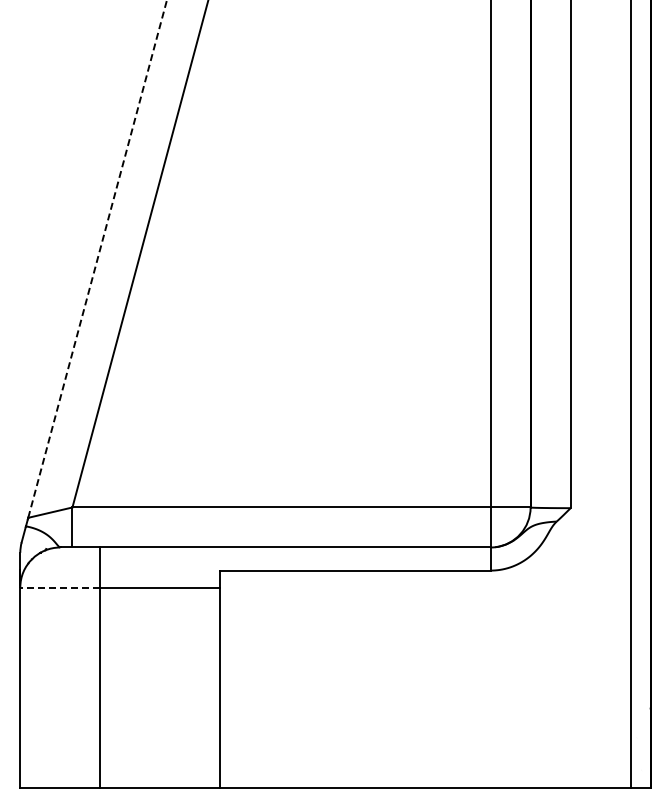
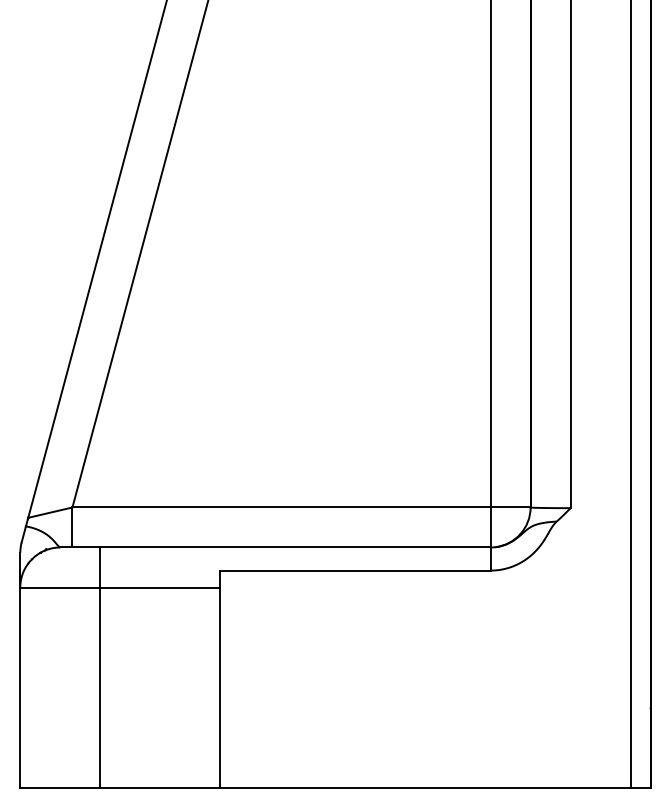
line at (97, 259): dashed -> solid
line at (59, 587): dashed -> solid
